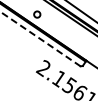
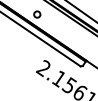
line at (40, 38): dashed -> solid
